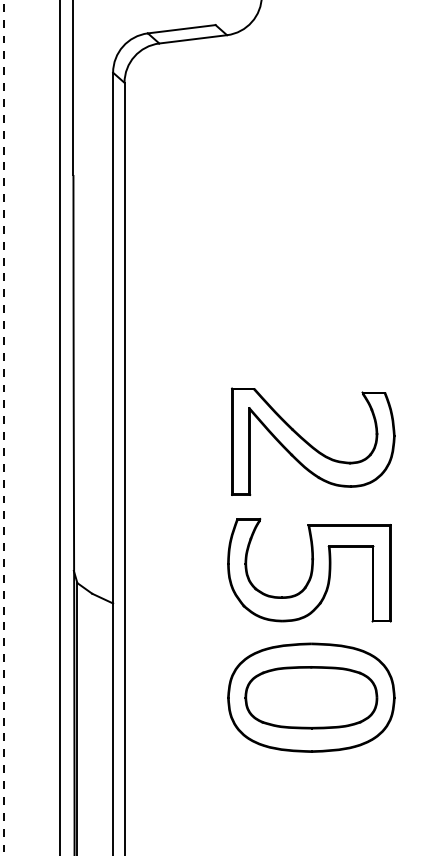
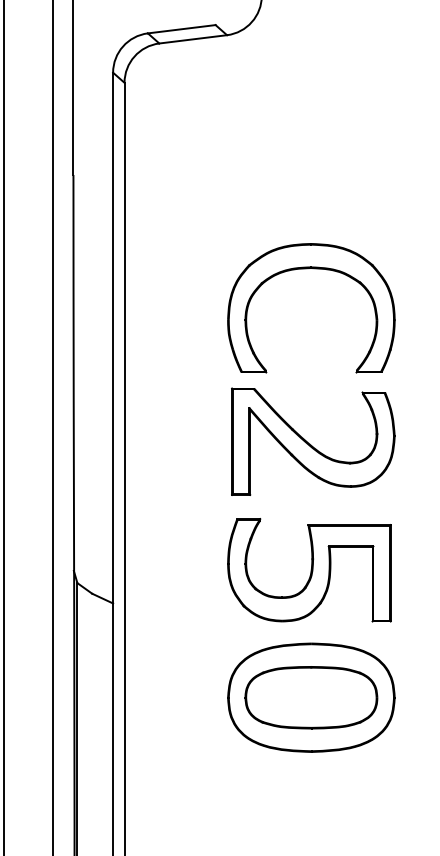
part at (313, 269): none -> present
line at (3, 427): dashed -> solid
line at (60, 427) position: (60, 427) -> (53, 427)
